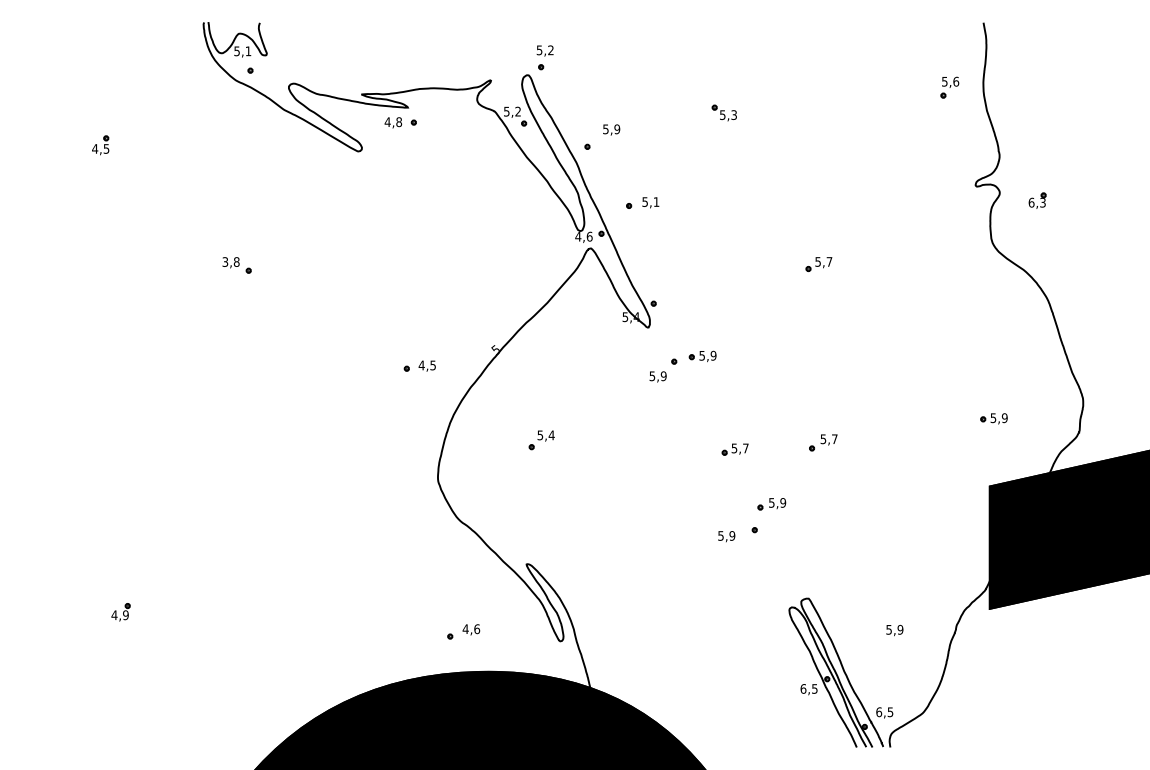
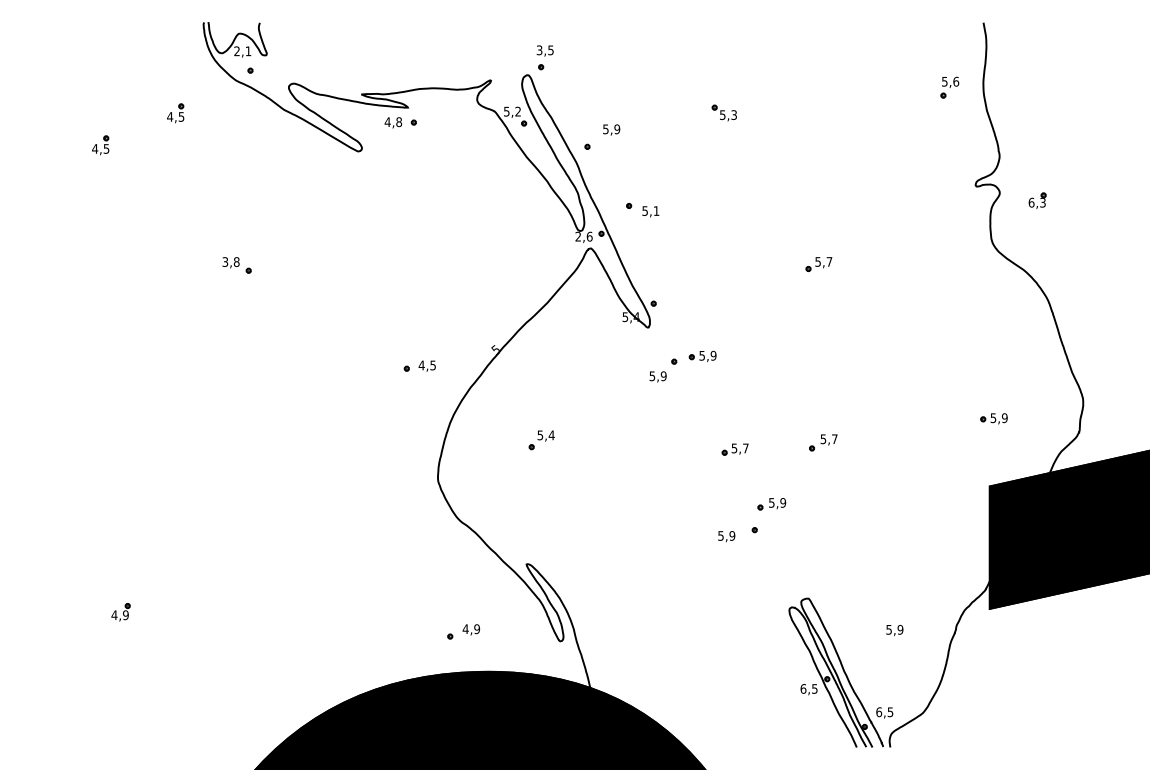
text at (545, 50): 5,2 -> 3,5
text at (236, 51): 5,1 -> 2,1
part at (175, 113): none -> present
text at (650, 202) position: (650, 202) -> (650, 211)
text at (578, 236): 4,6 -> 2,6
text at (477, 629): 4,6 -> 4,9
